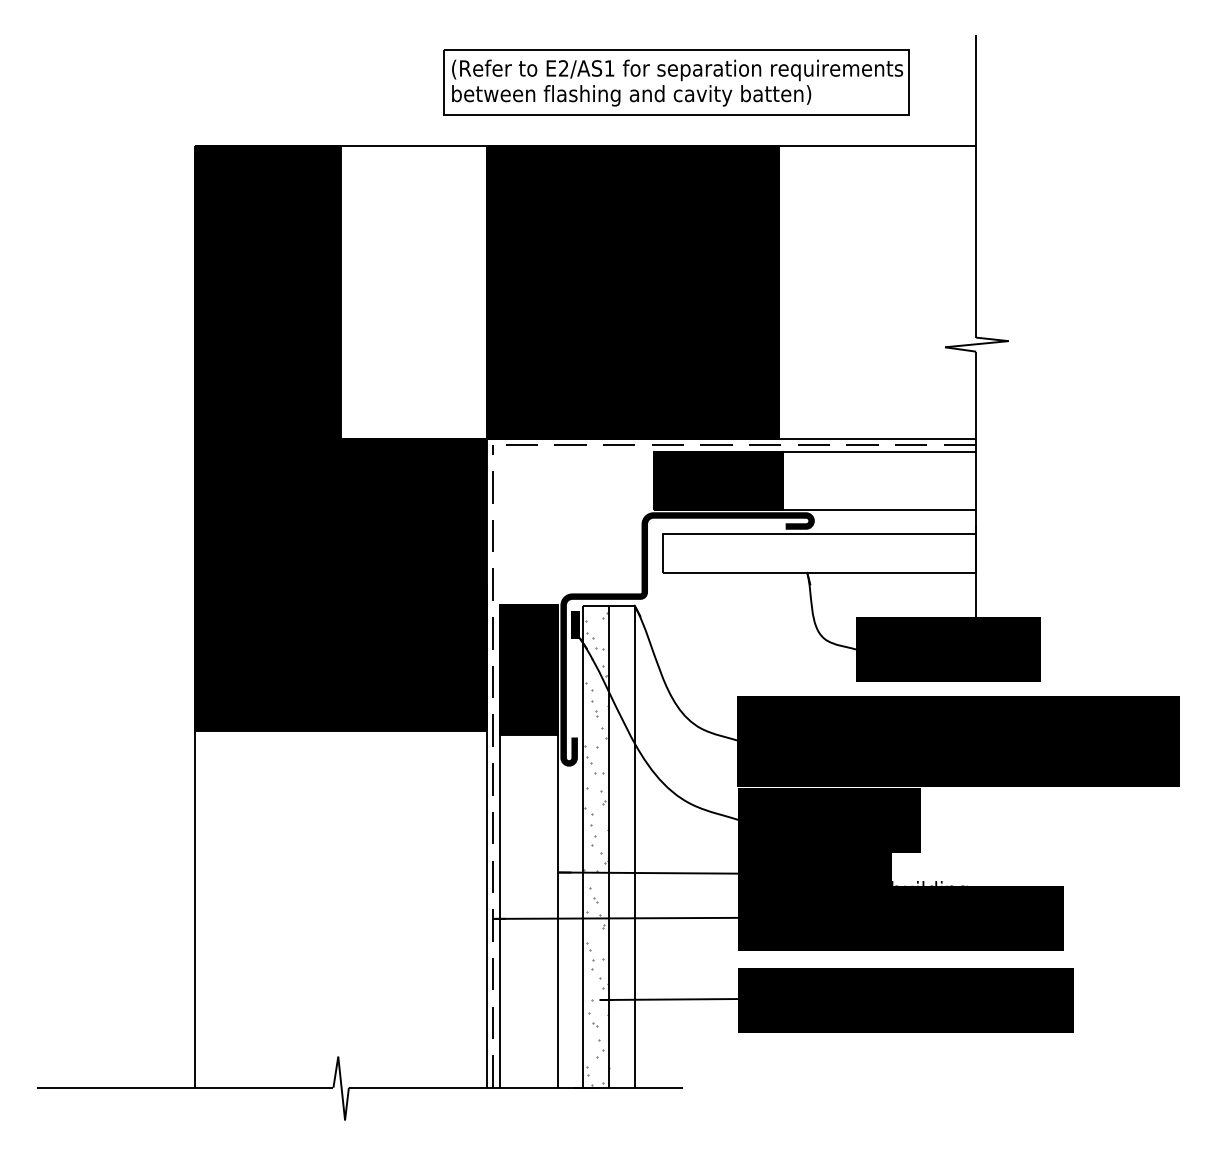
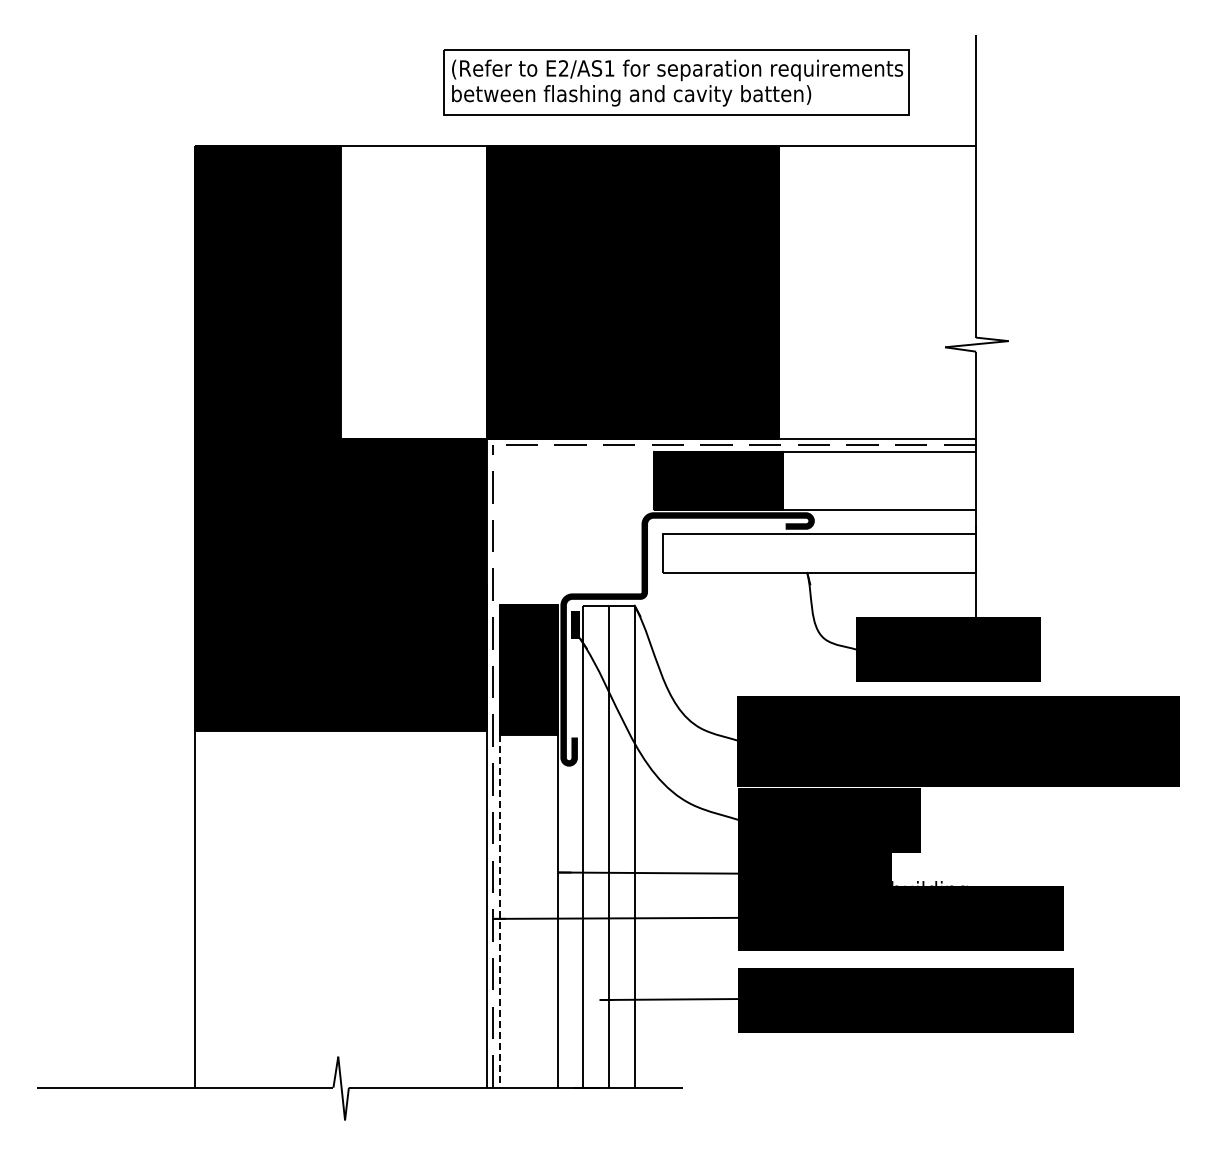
hatch at (596, 849): present -> none
line at (499, 911): solid -> dashed
